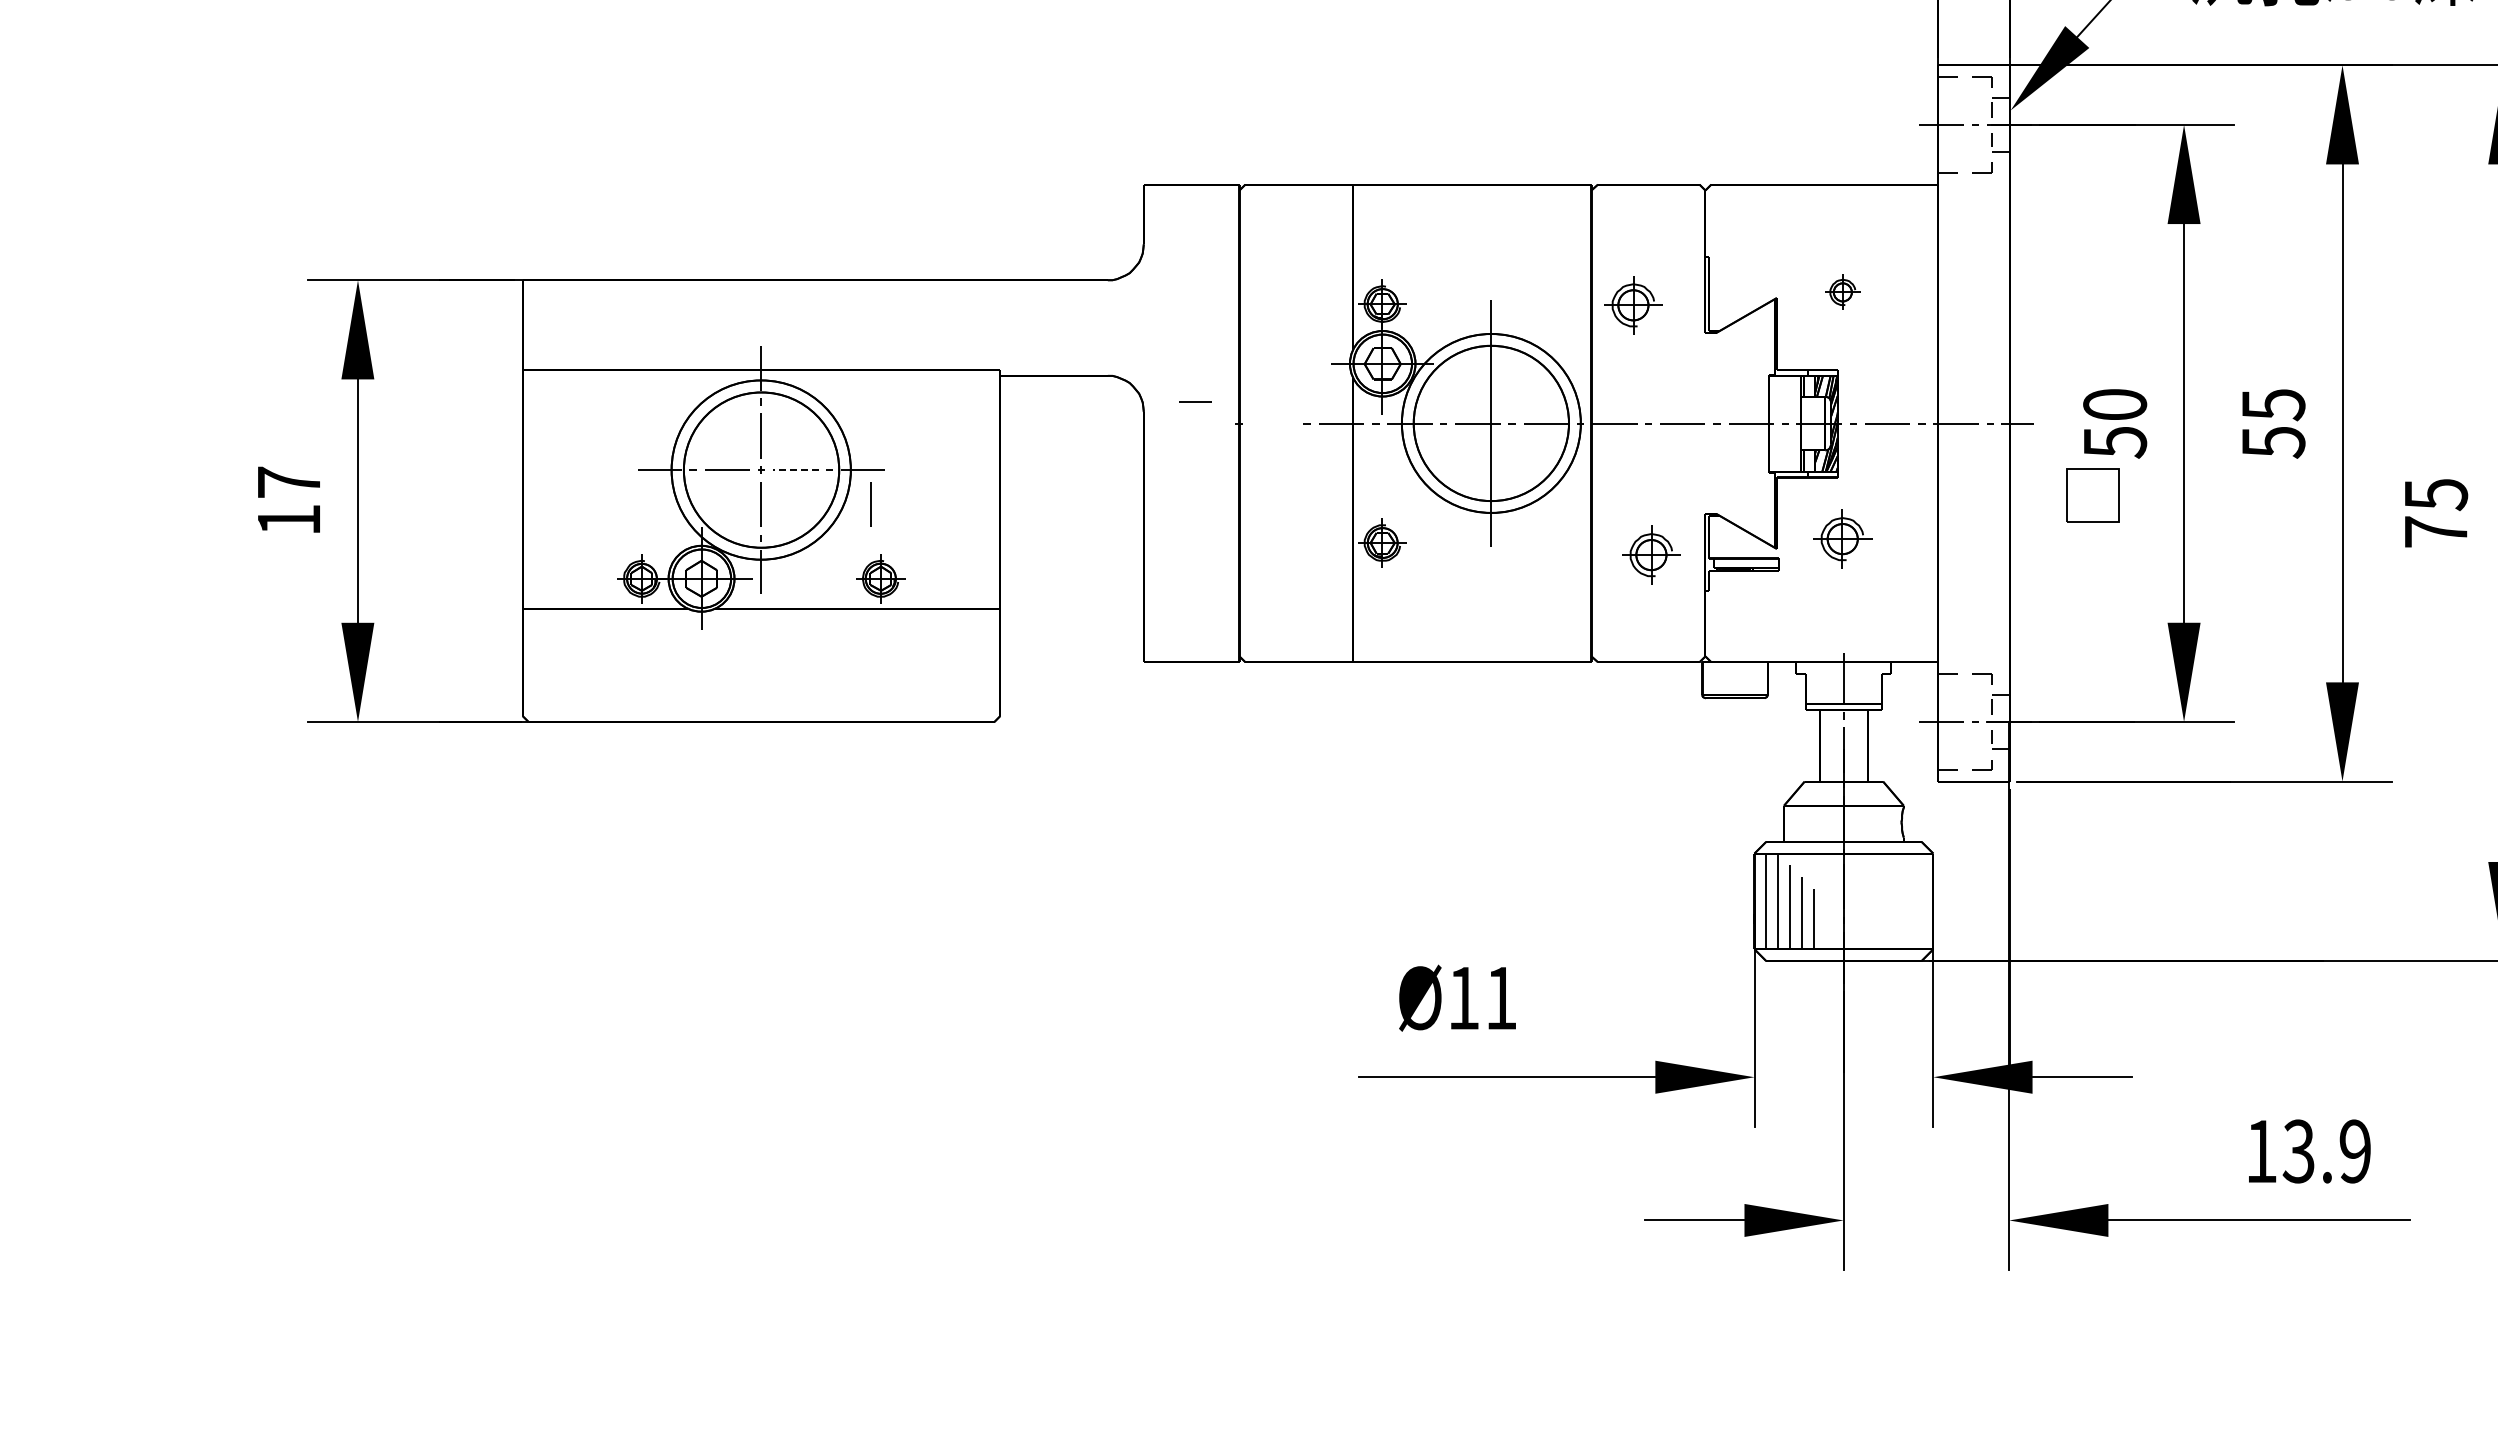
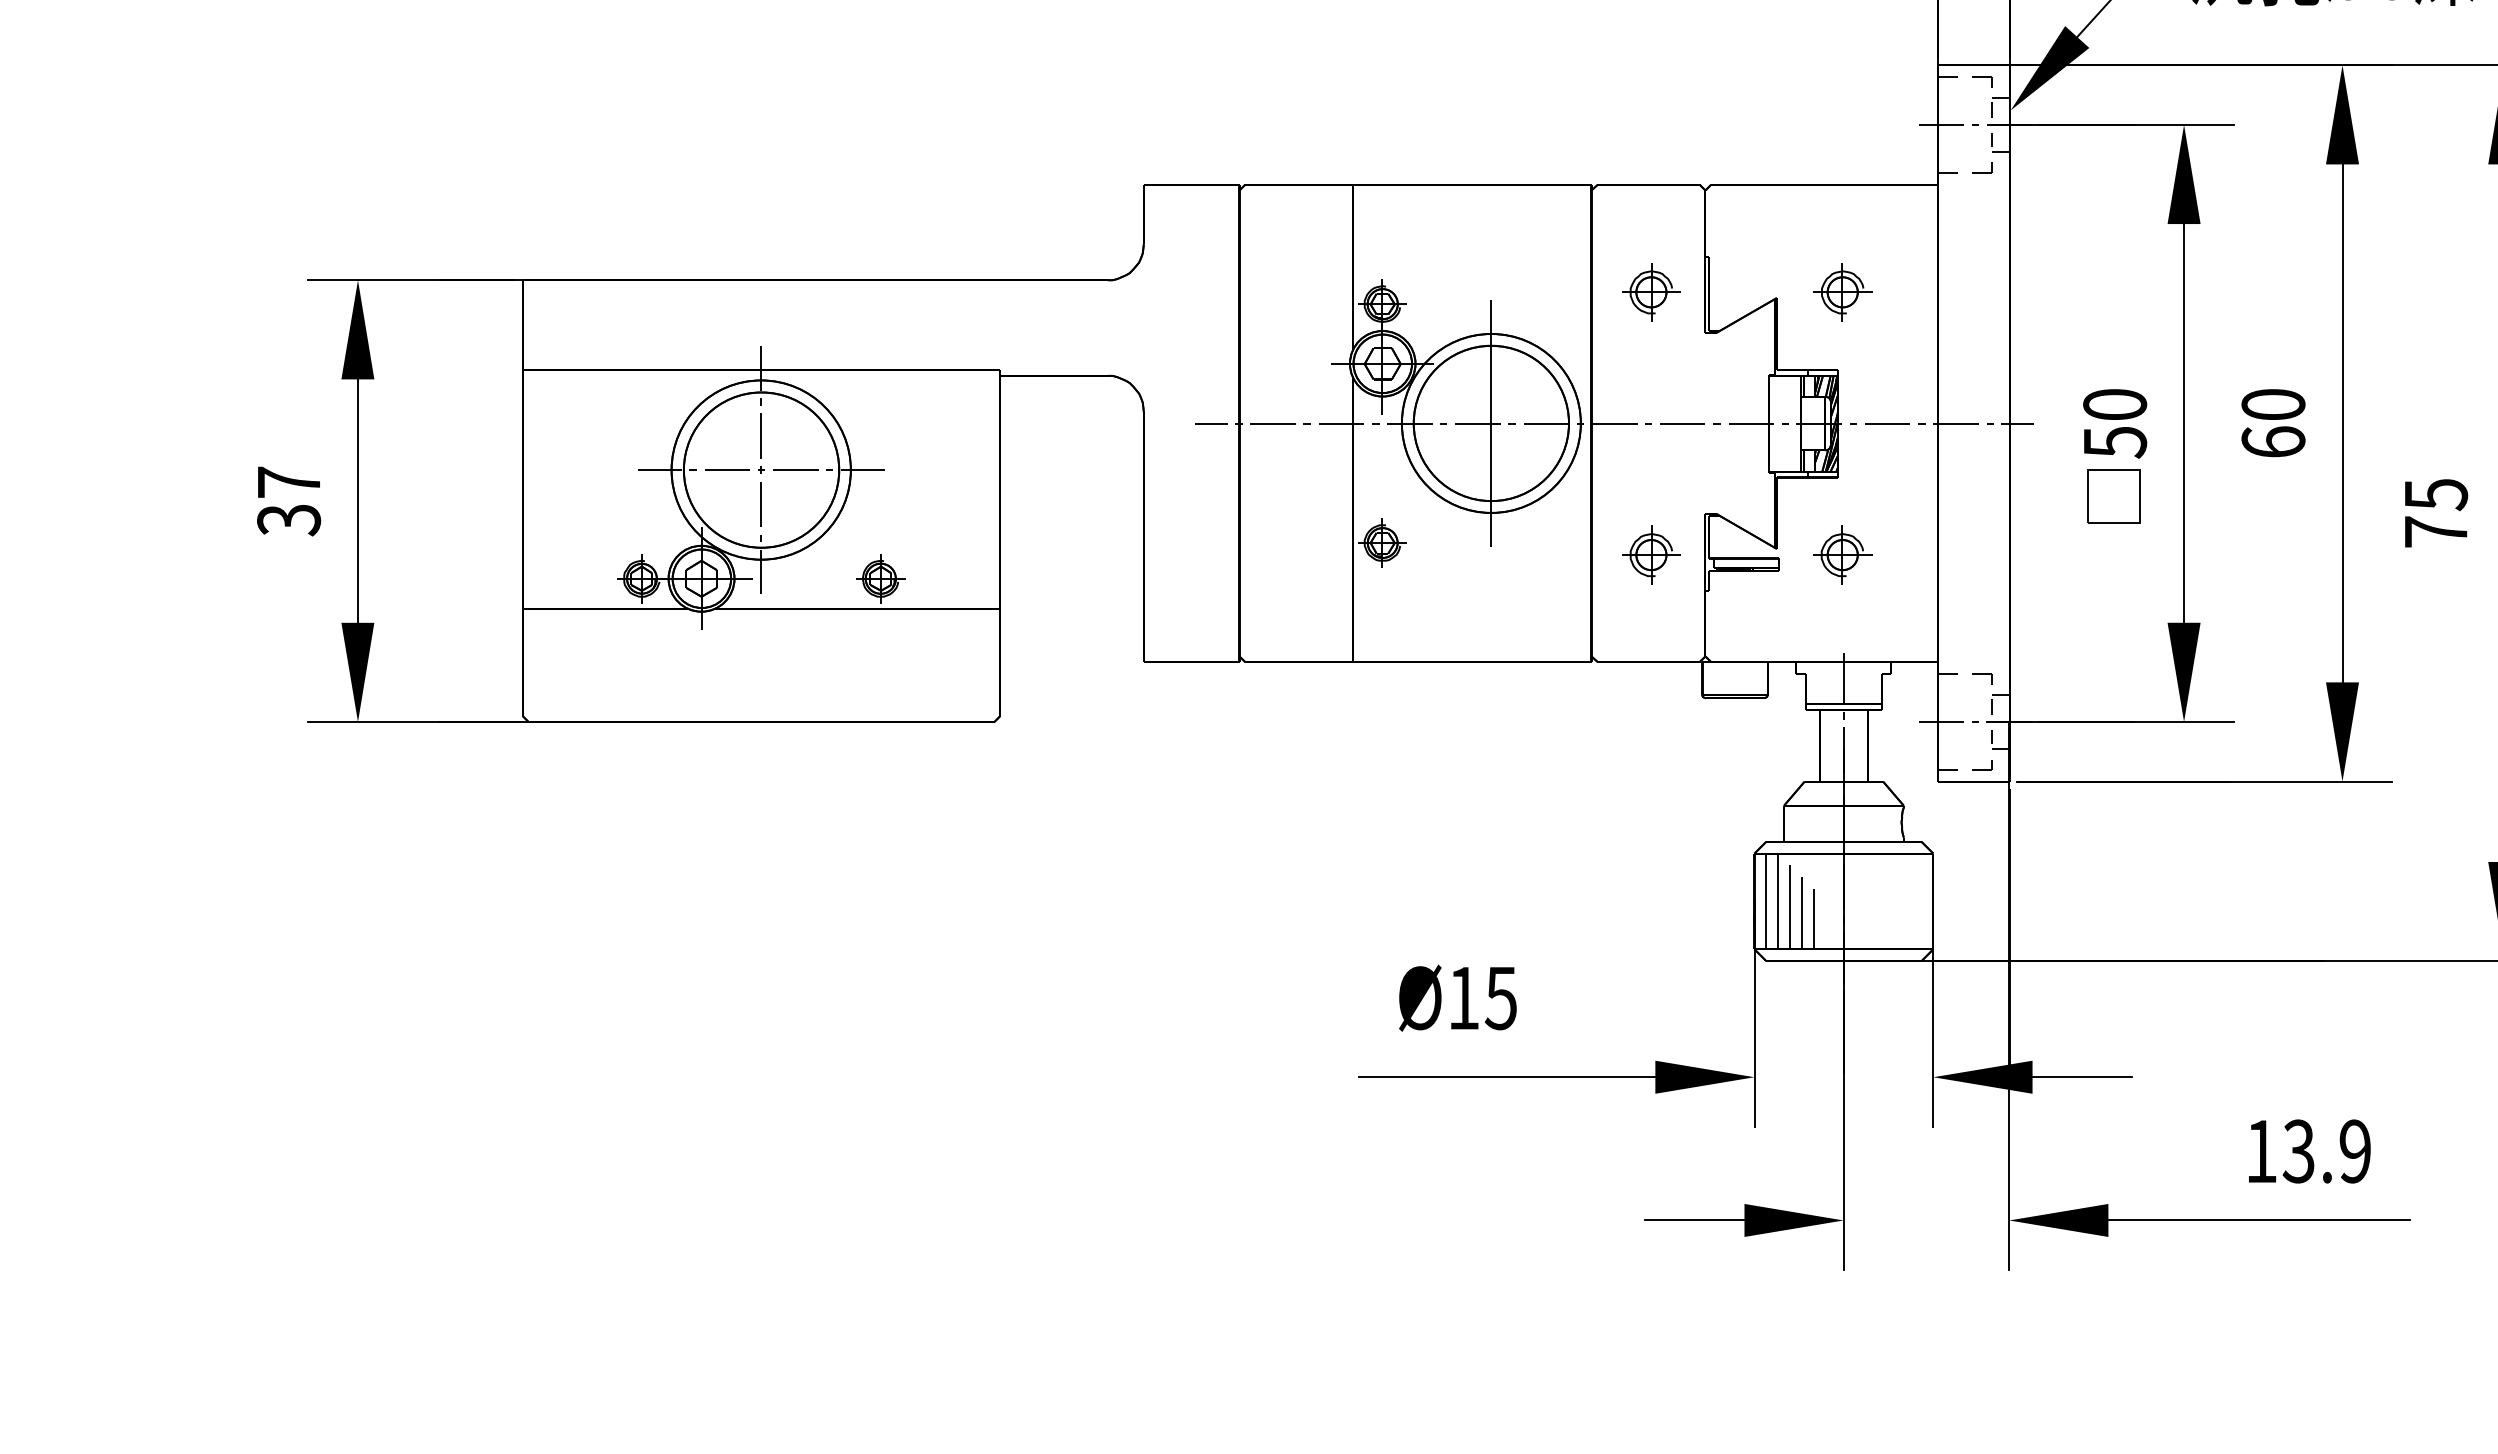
part at (1842, 291) size: 36x36 px -> 60x59 px
part at (1633, 305) position: (1633, 305) -> (1651, 292)
line at (1195, 401) position: (1195, 401) -> (1211, 423)
line at (1272, 423): none -> present
text at (2273, 423): 55 -> 60
line at (795, 470): dashed -> solid
part at (2092, 495) position: (2092, 495) -> (2113, 496)
line at (870, 504): present -> none
text at (289, 520): 17 -> 37
part at (1842, 538) position: (1842, 538) -> (1842, 554)
text at (1500, 998): Ø11 -> Ø15
